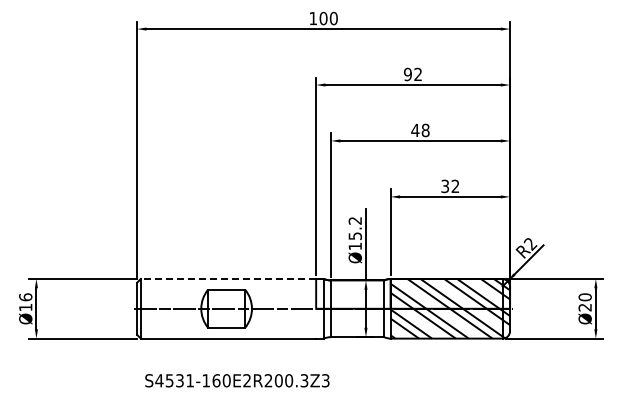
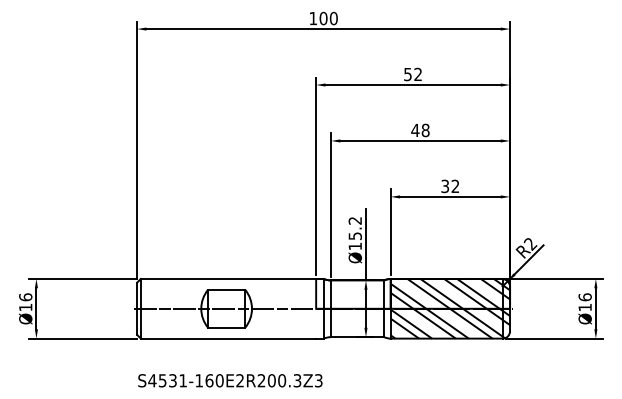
text at (407, 73): 92 -> 52
line at (228, 278): dashed -> solid
text at (584, 302): Ø20 -> Ø16
text at (237, 380) position: (237, 380) -> (230, 380)
